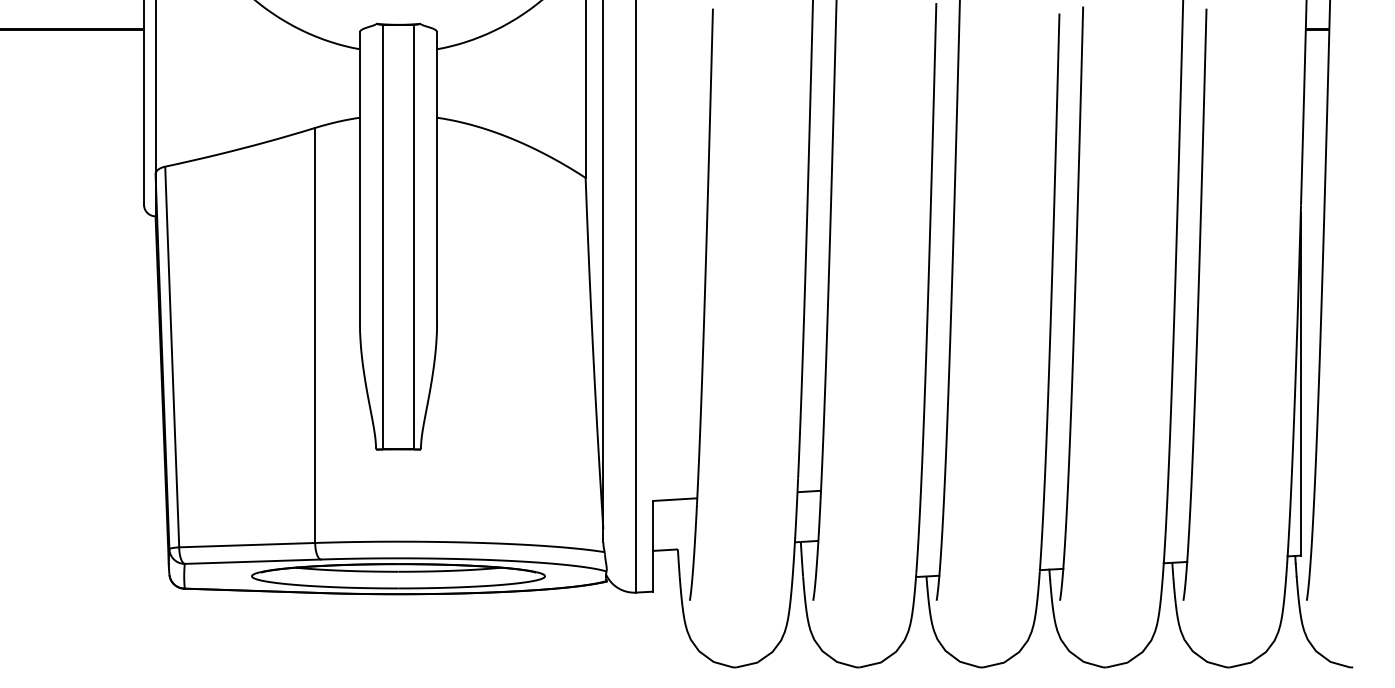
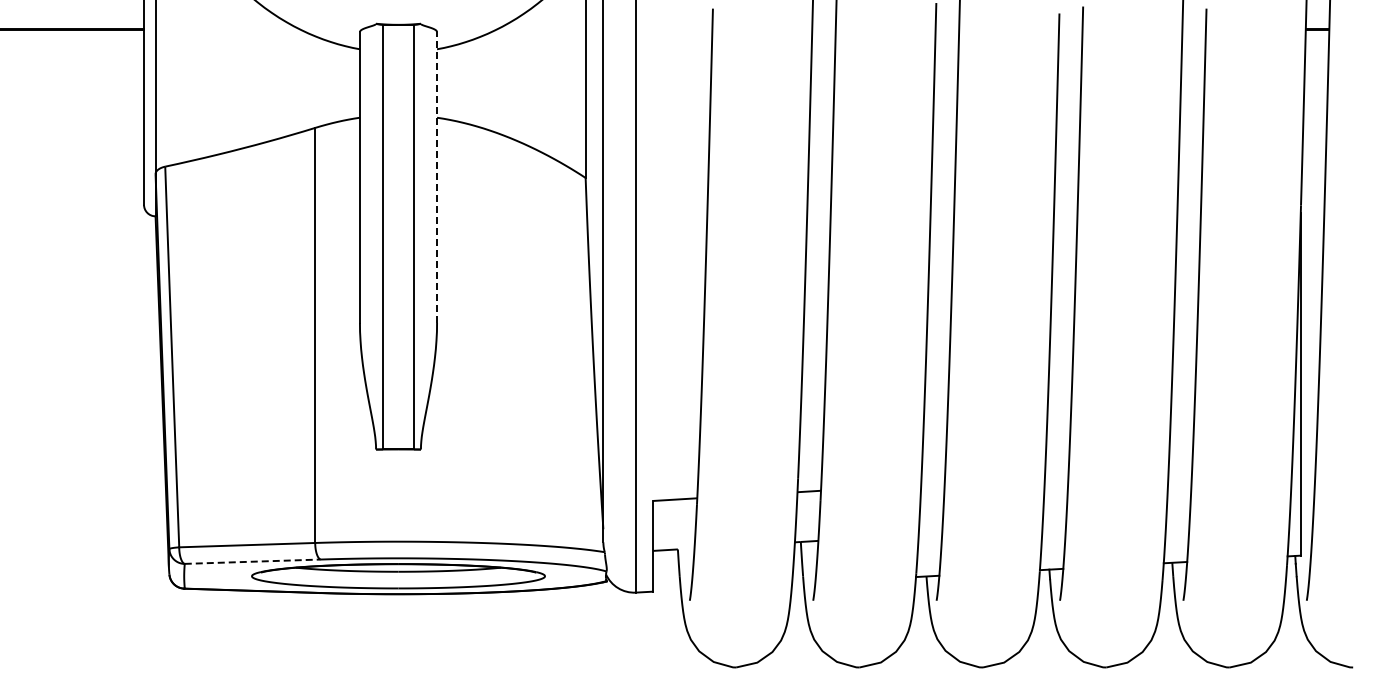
line at (437, 177): solid -> dashed
line at (253, 561): solid -> dashed
